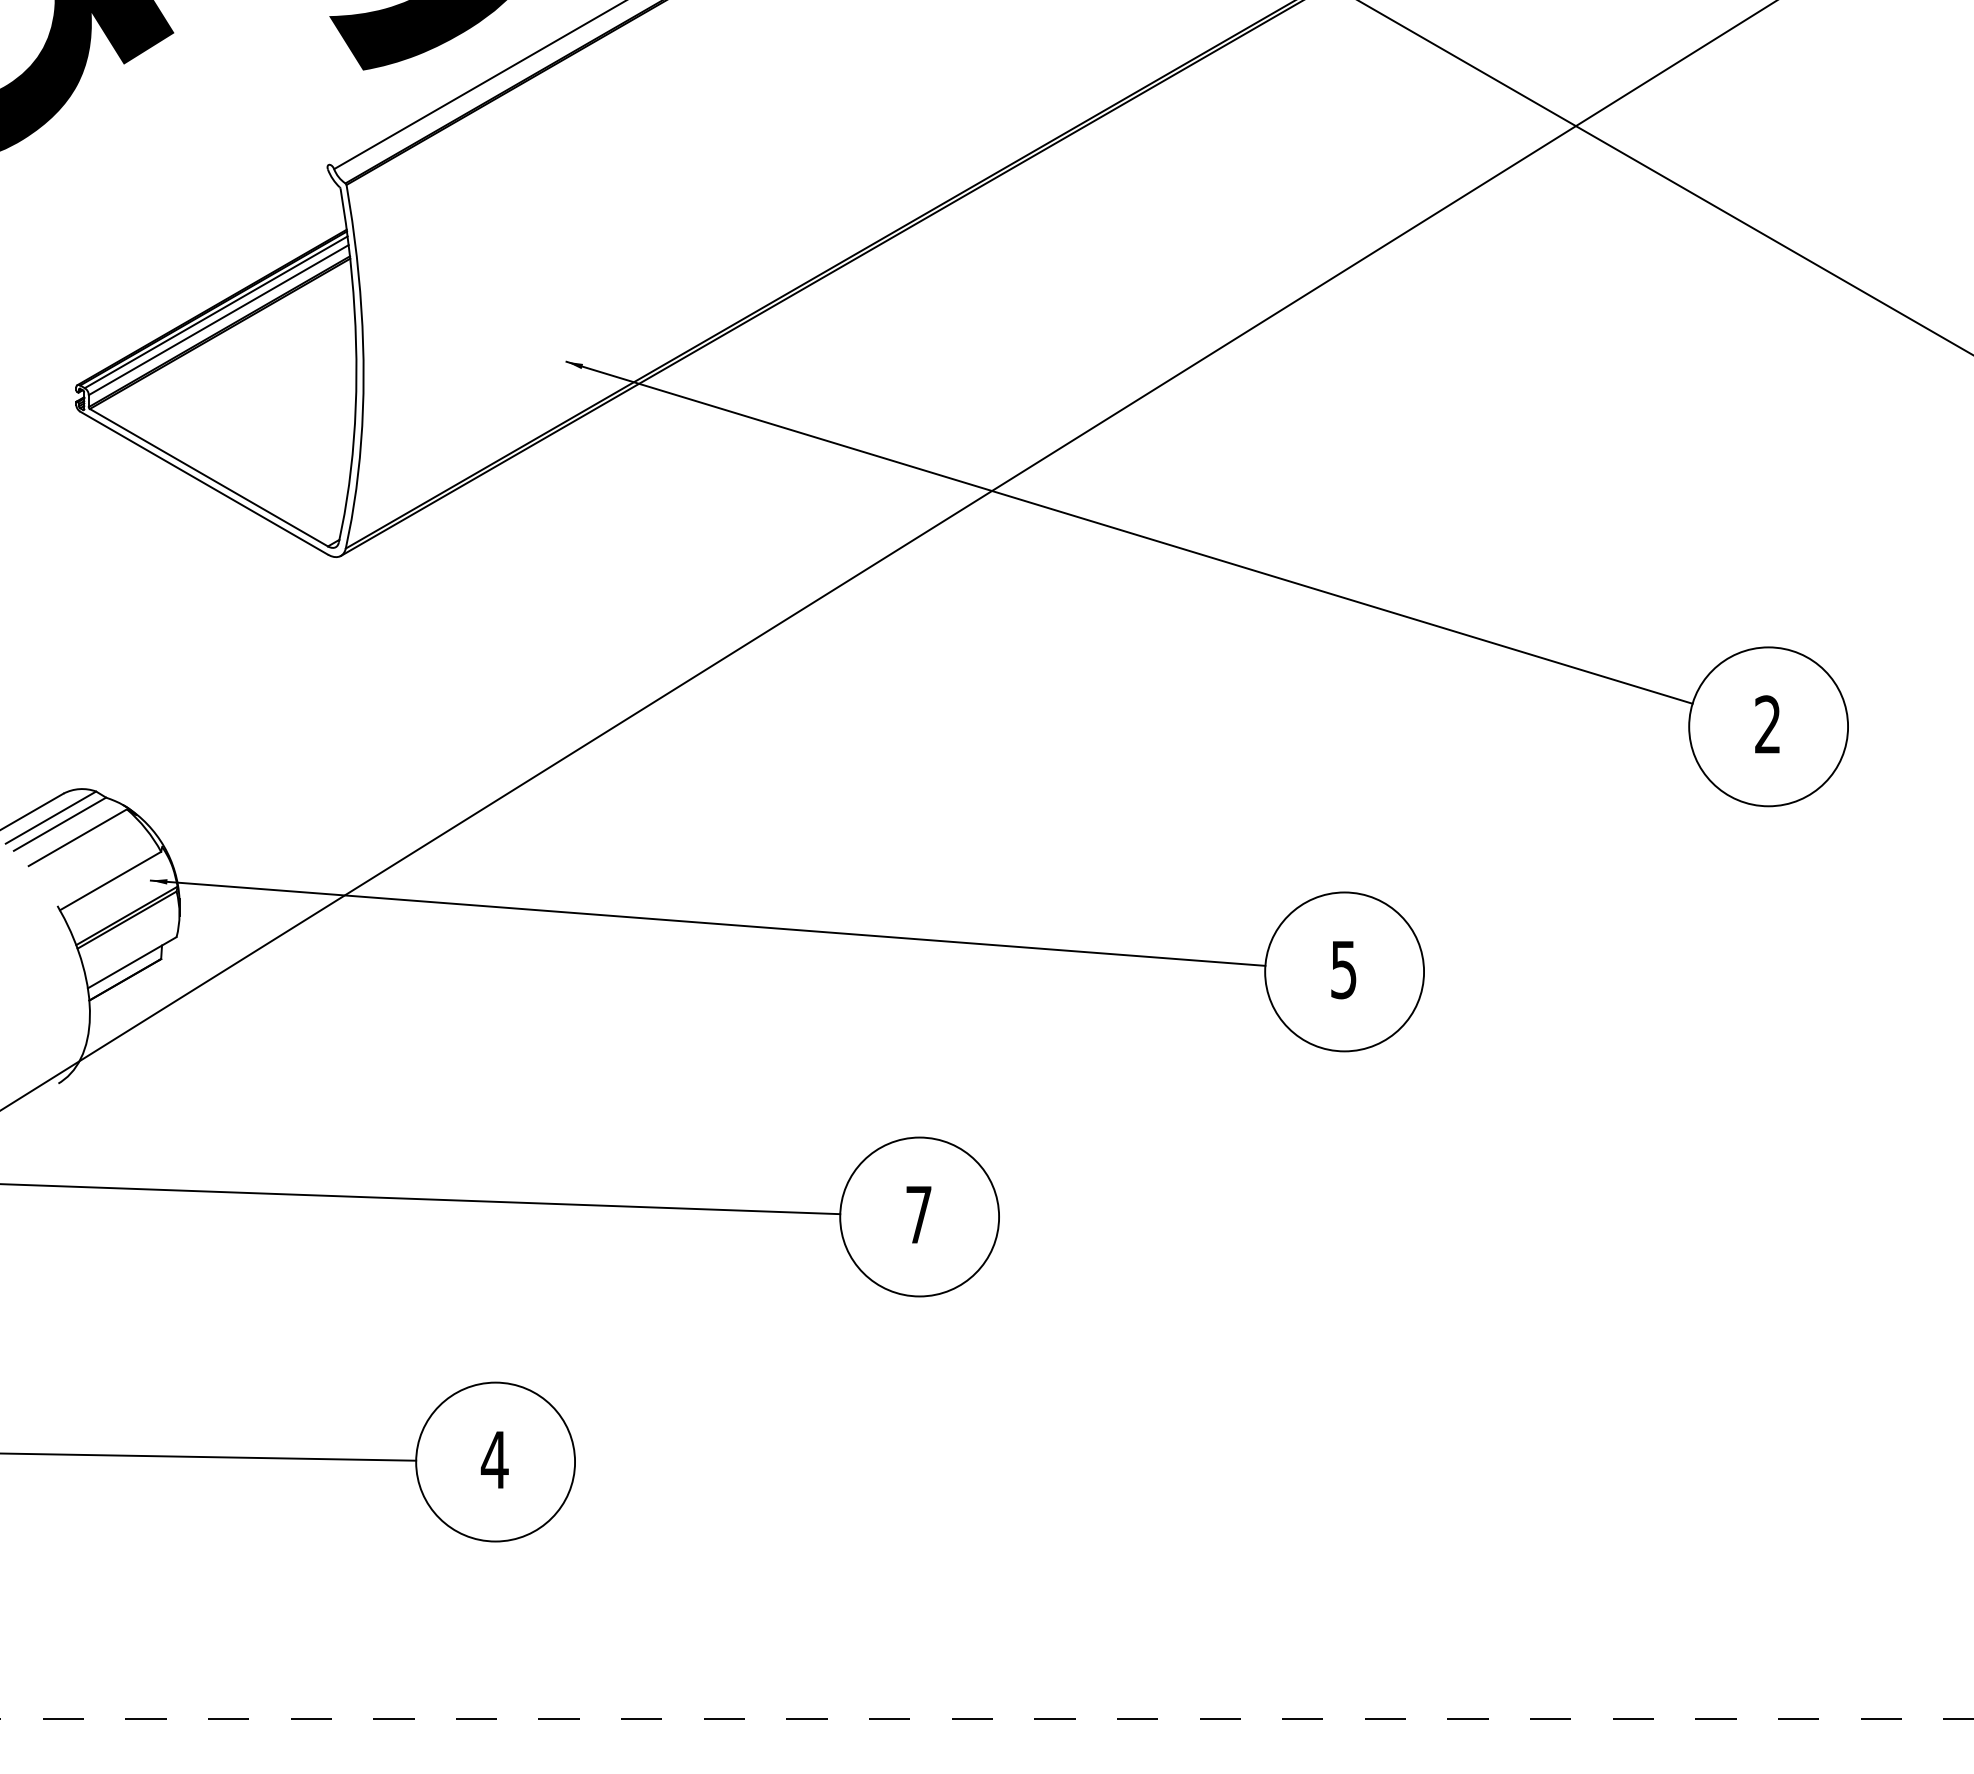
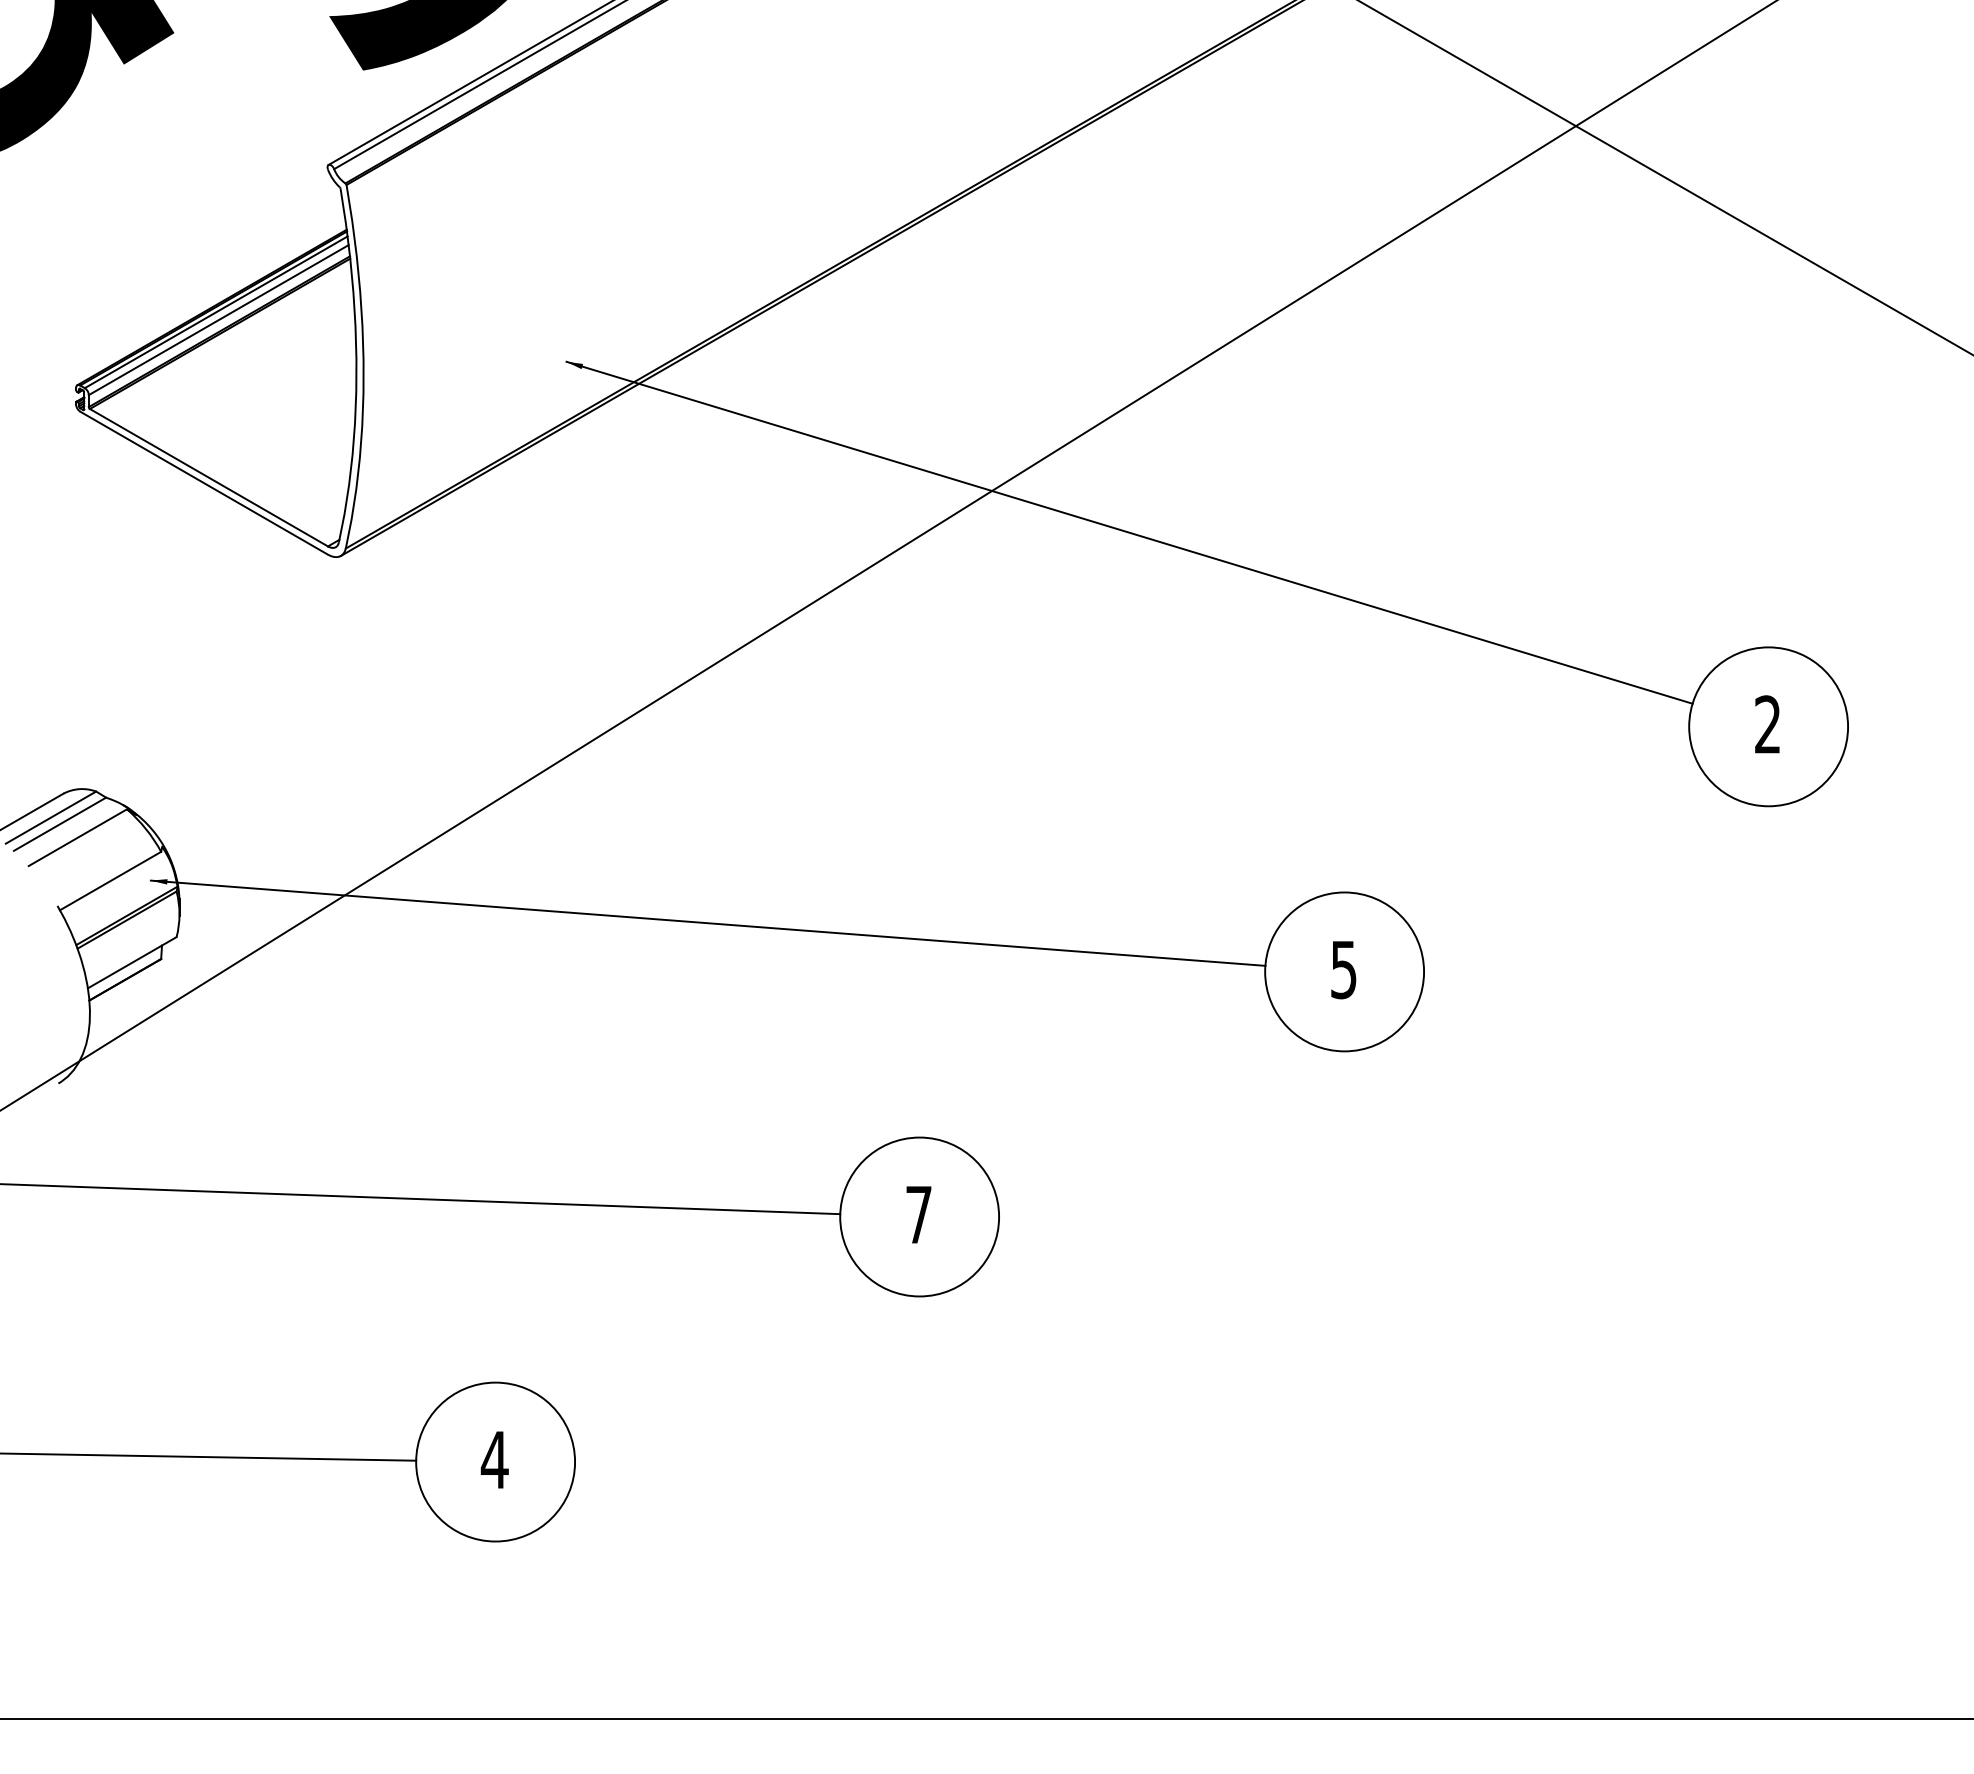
line at (469, 83): none -> present
line at (987, 1719): dashed -> solid
